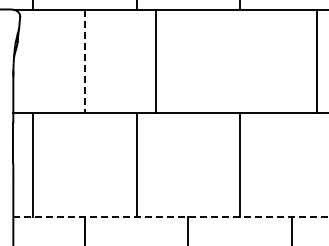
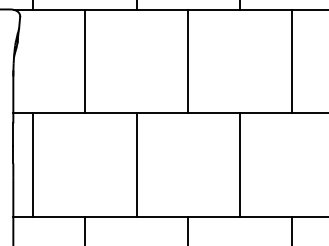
line at (85, 61): dashed -> solid
line at (156, 61) position: (156, 61) -> (188, 61)
line at (316, 61) position: (316, 61) -> (291, 61)
line at (171, 216): dashed -> solid
